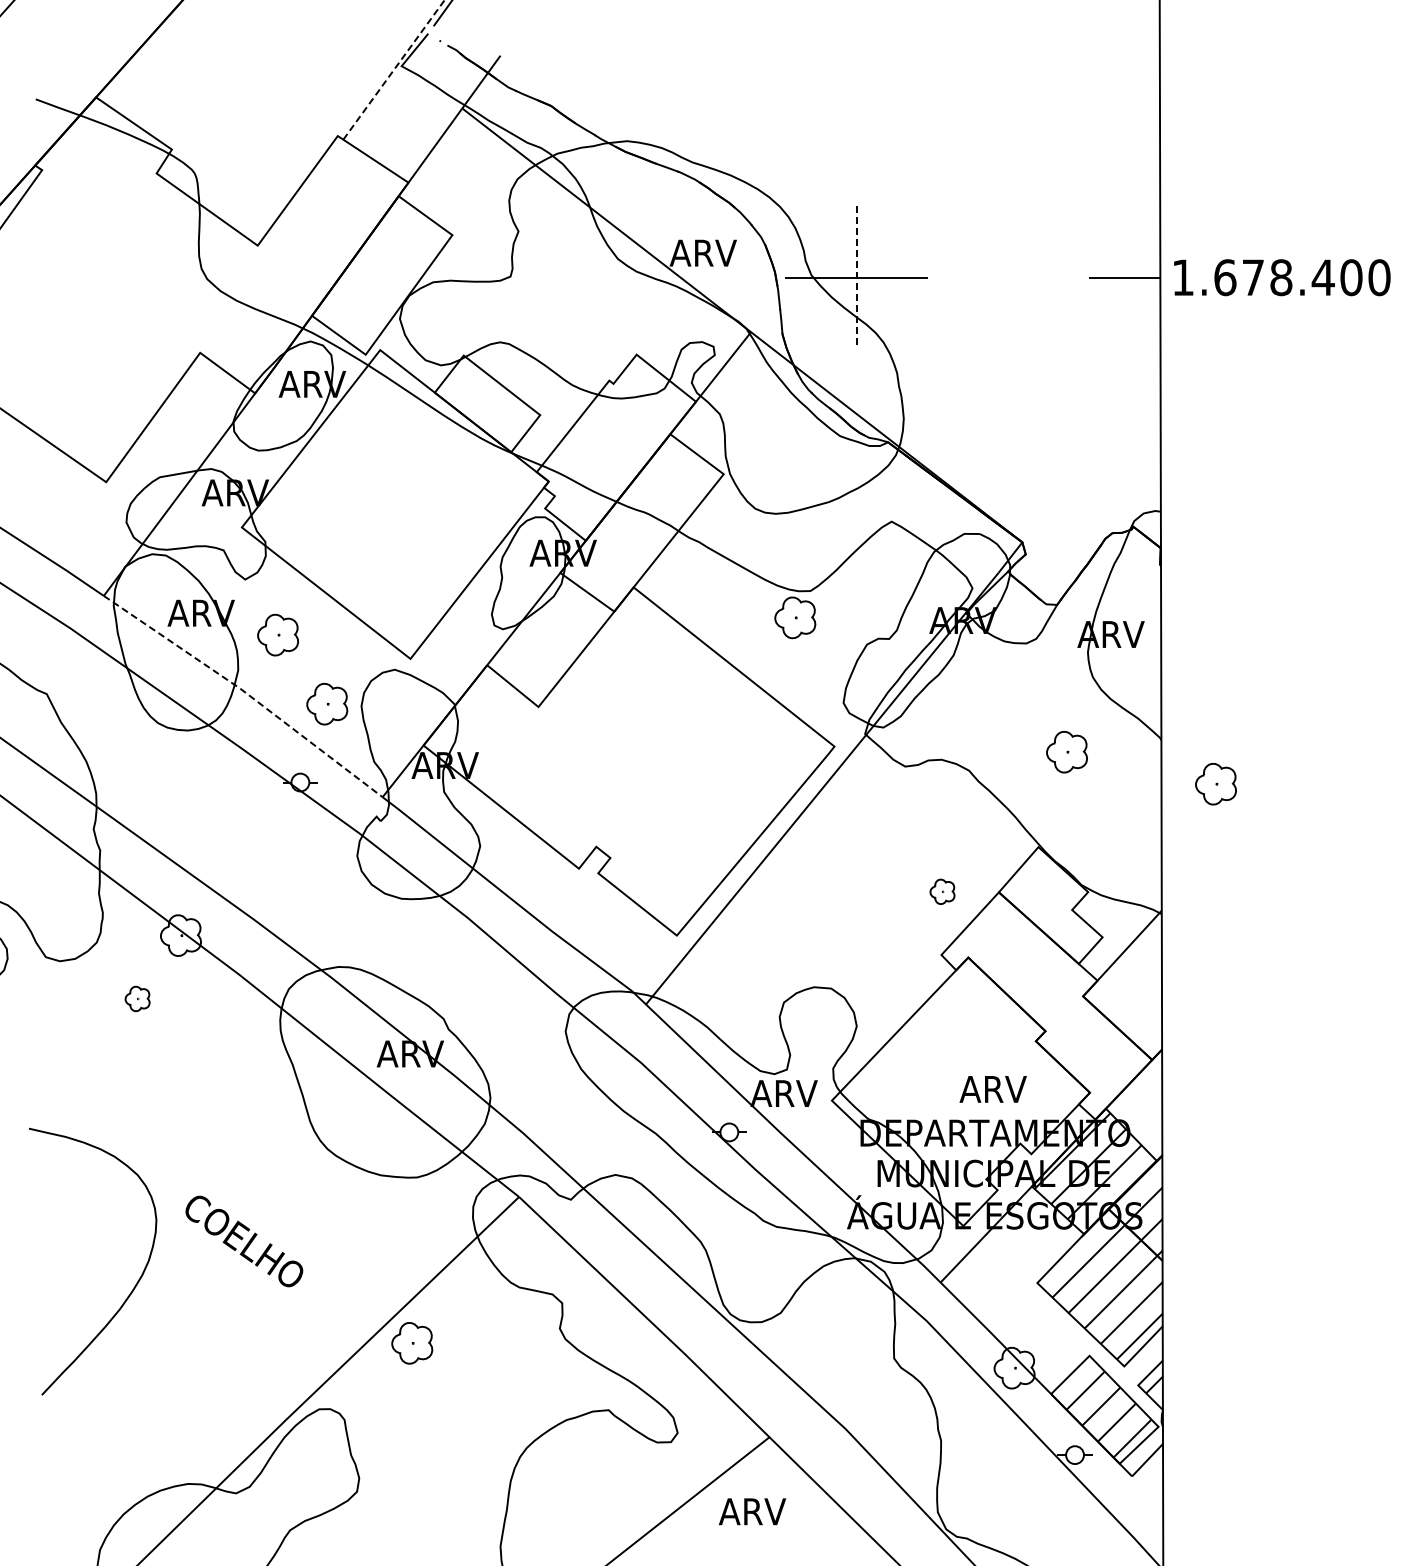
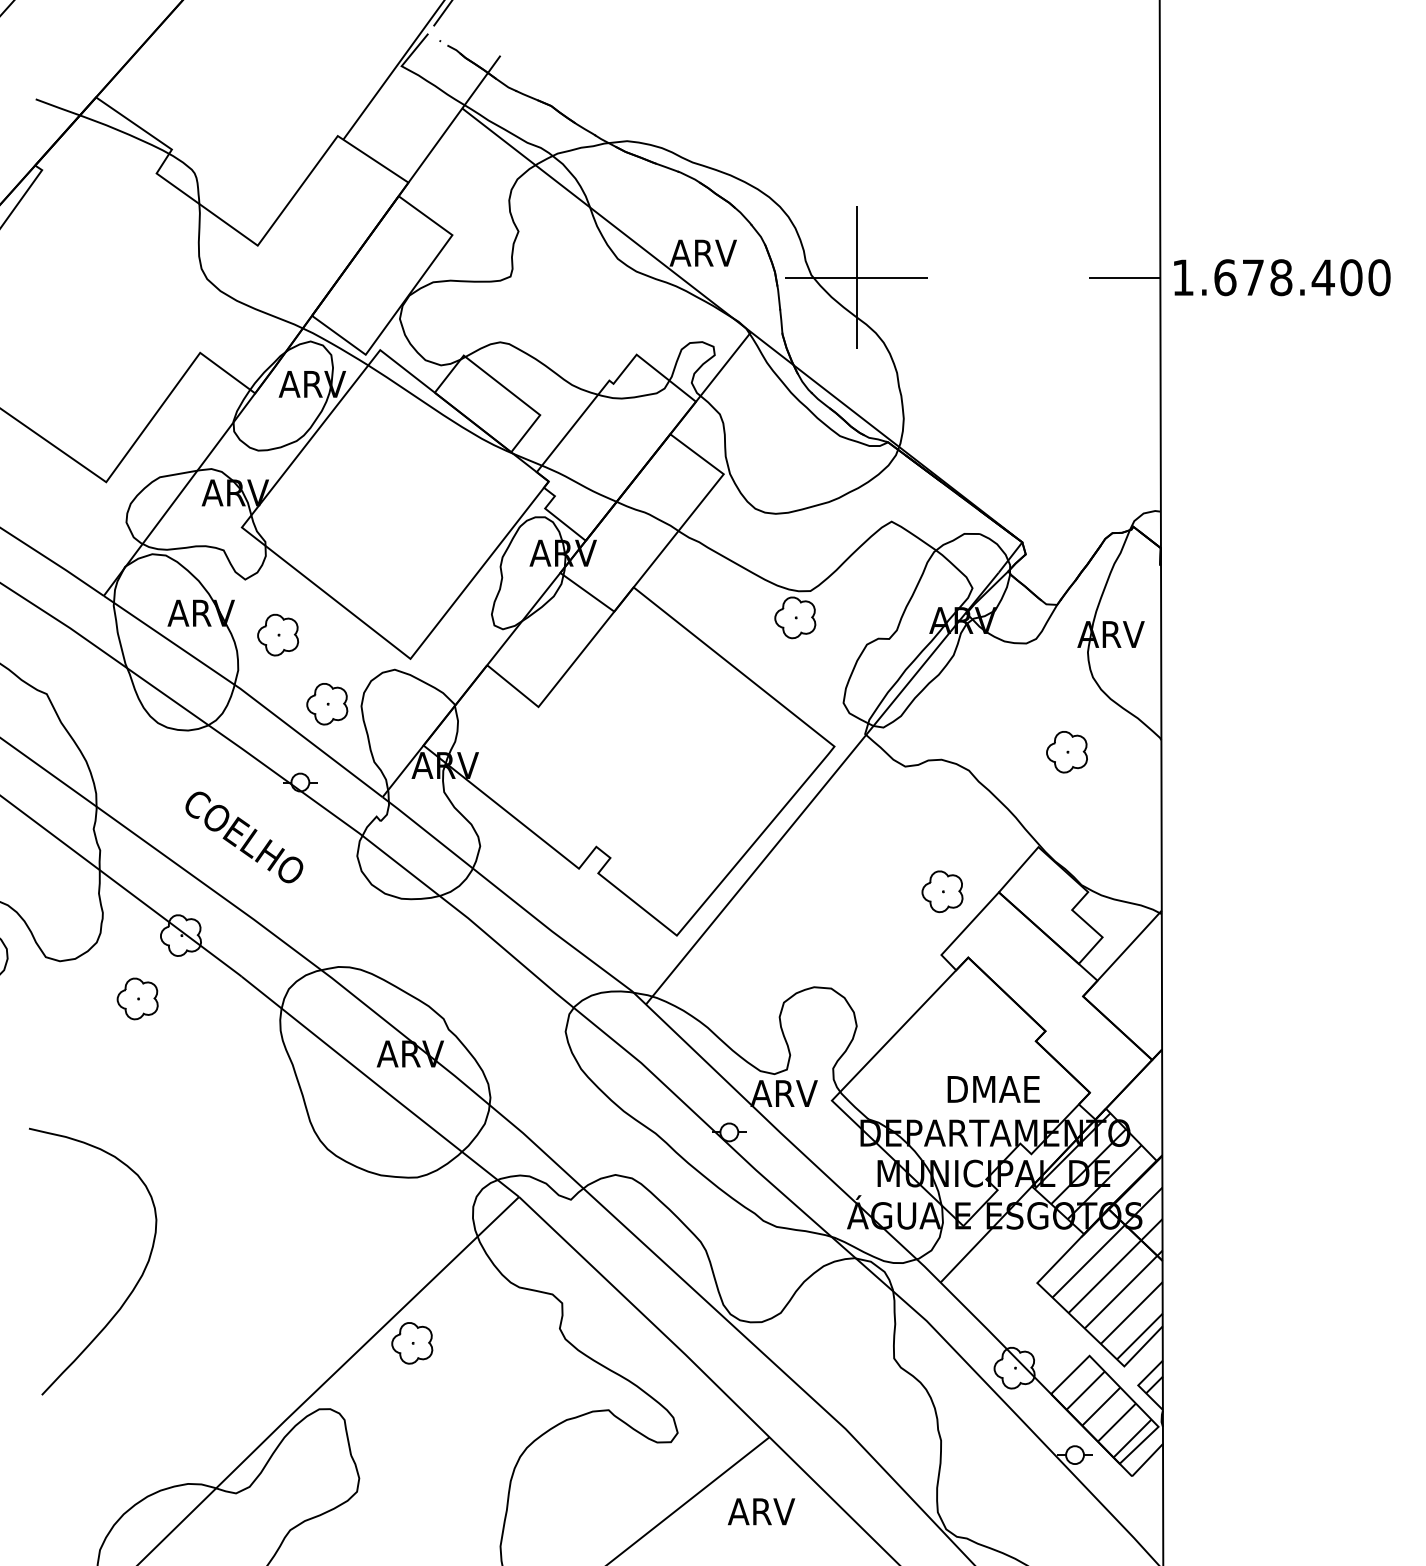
line at (393, 70): dashed -> solid
line at (856, 278): dashed -> solid
line at (245, 692): dashed -> solid
part at (1215, 784): present -> none
part at (942, 891) size: 27x27 px -> 43x44 px
part at (137, 998) size: 27x28 px -> 43x44 px
text at (993, 1089): ARV -> DMAE
text at (244, 1241) position: (244, 1241) -> (244, 837)
text at (752, 1511) position: (752, 1511) -> (761, 1511)
